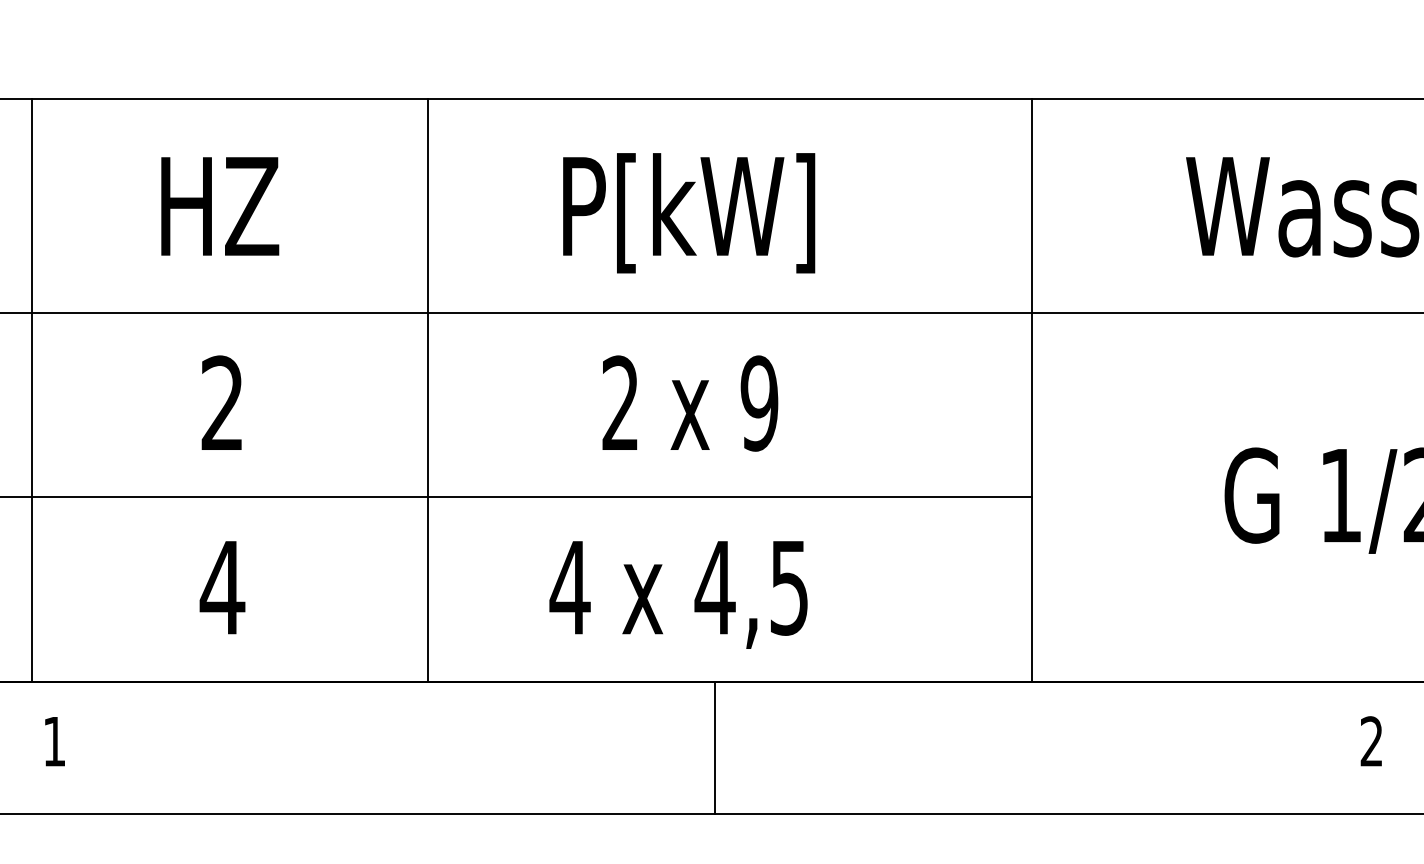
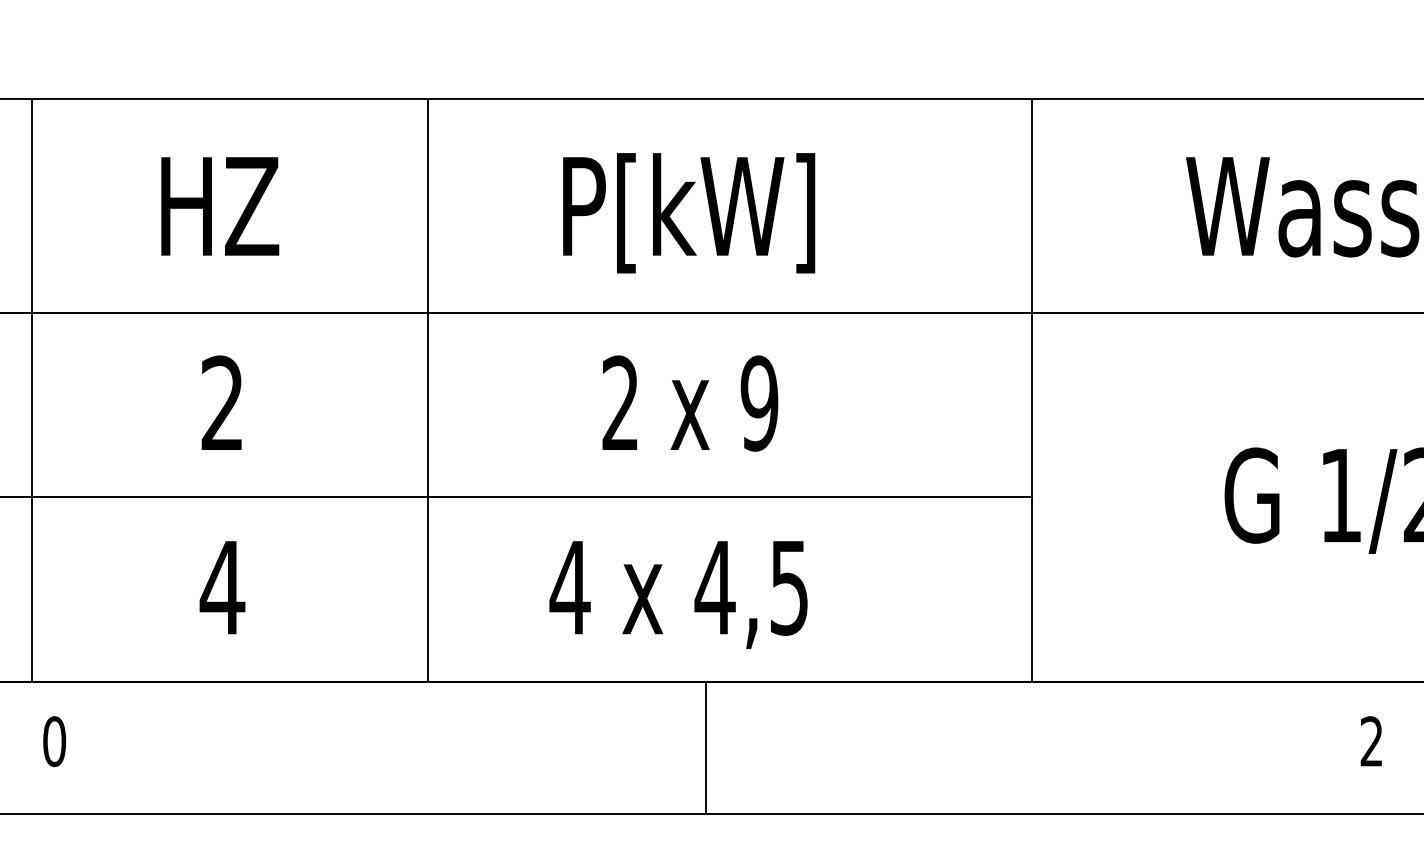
text at (54, 741): 1 -> 0
line at (715, 747) position: (715, 747) -> (706, 747)
